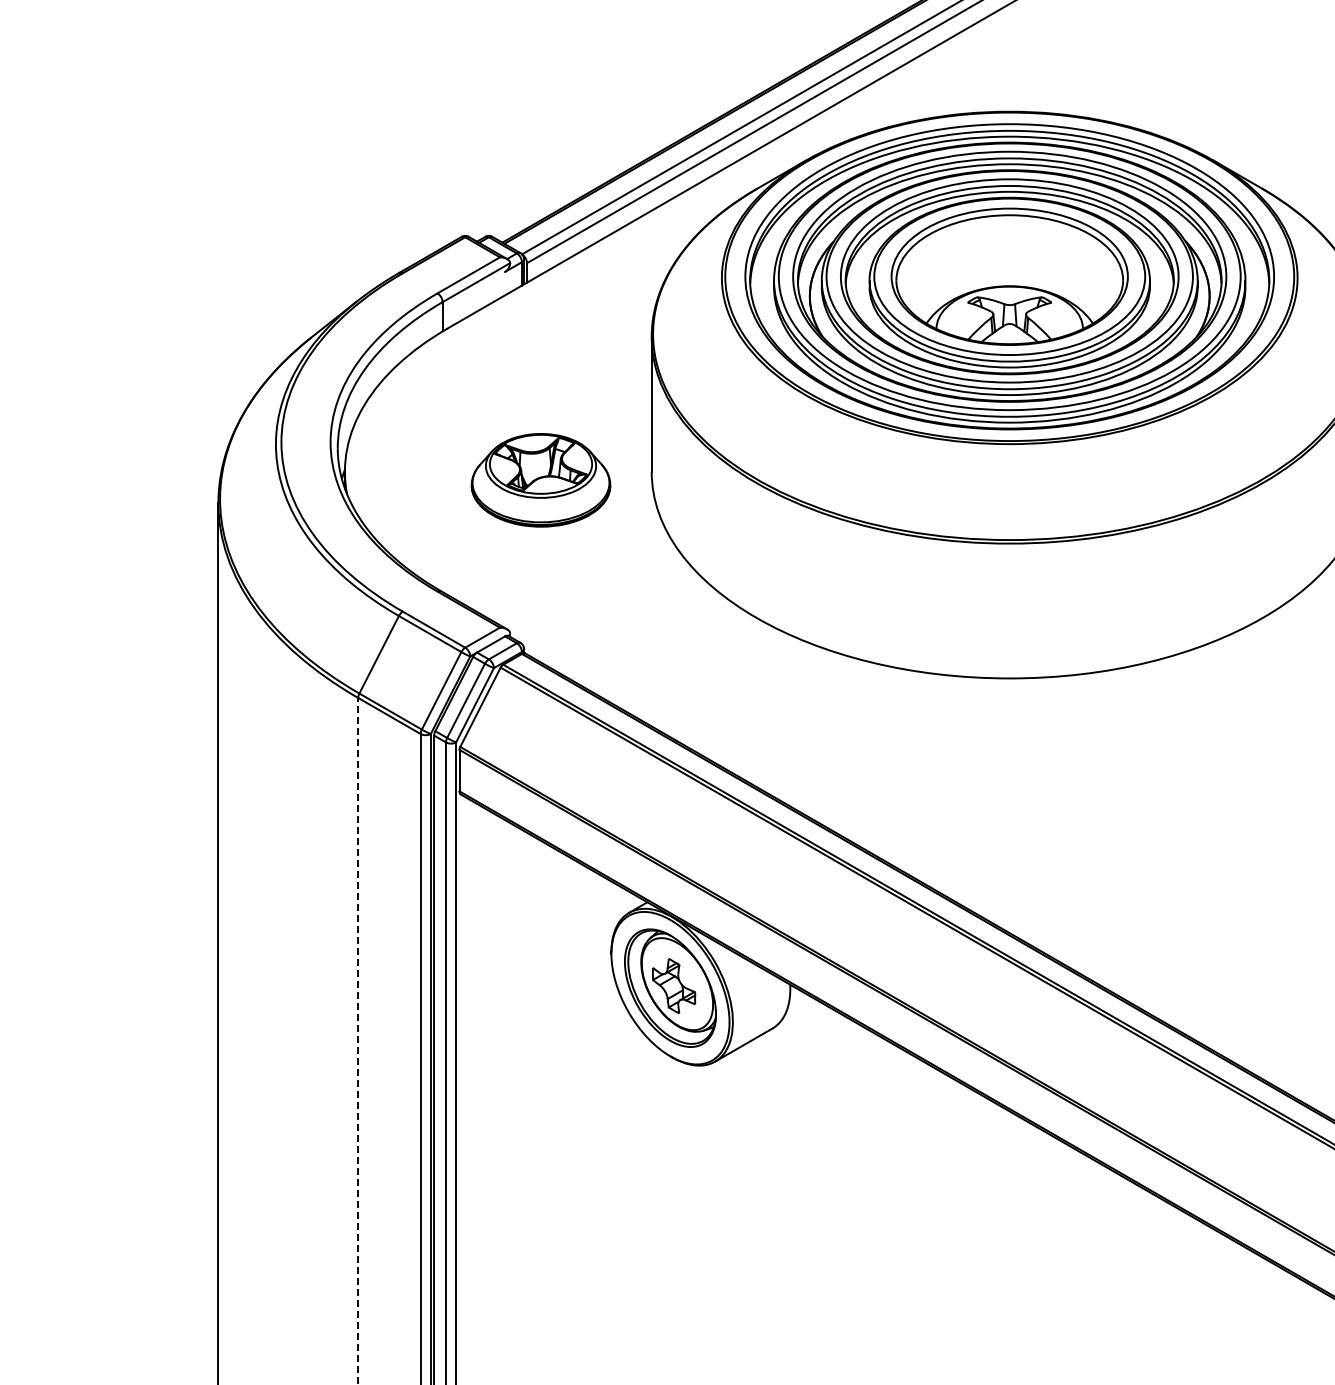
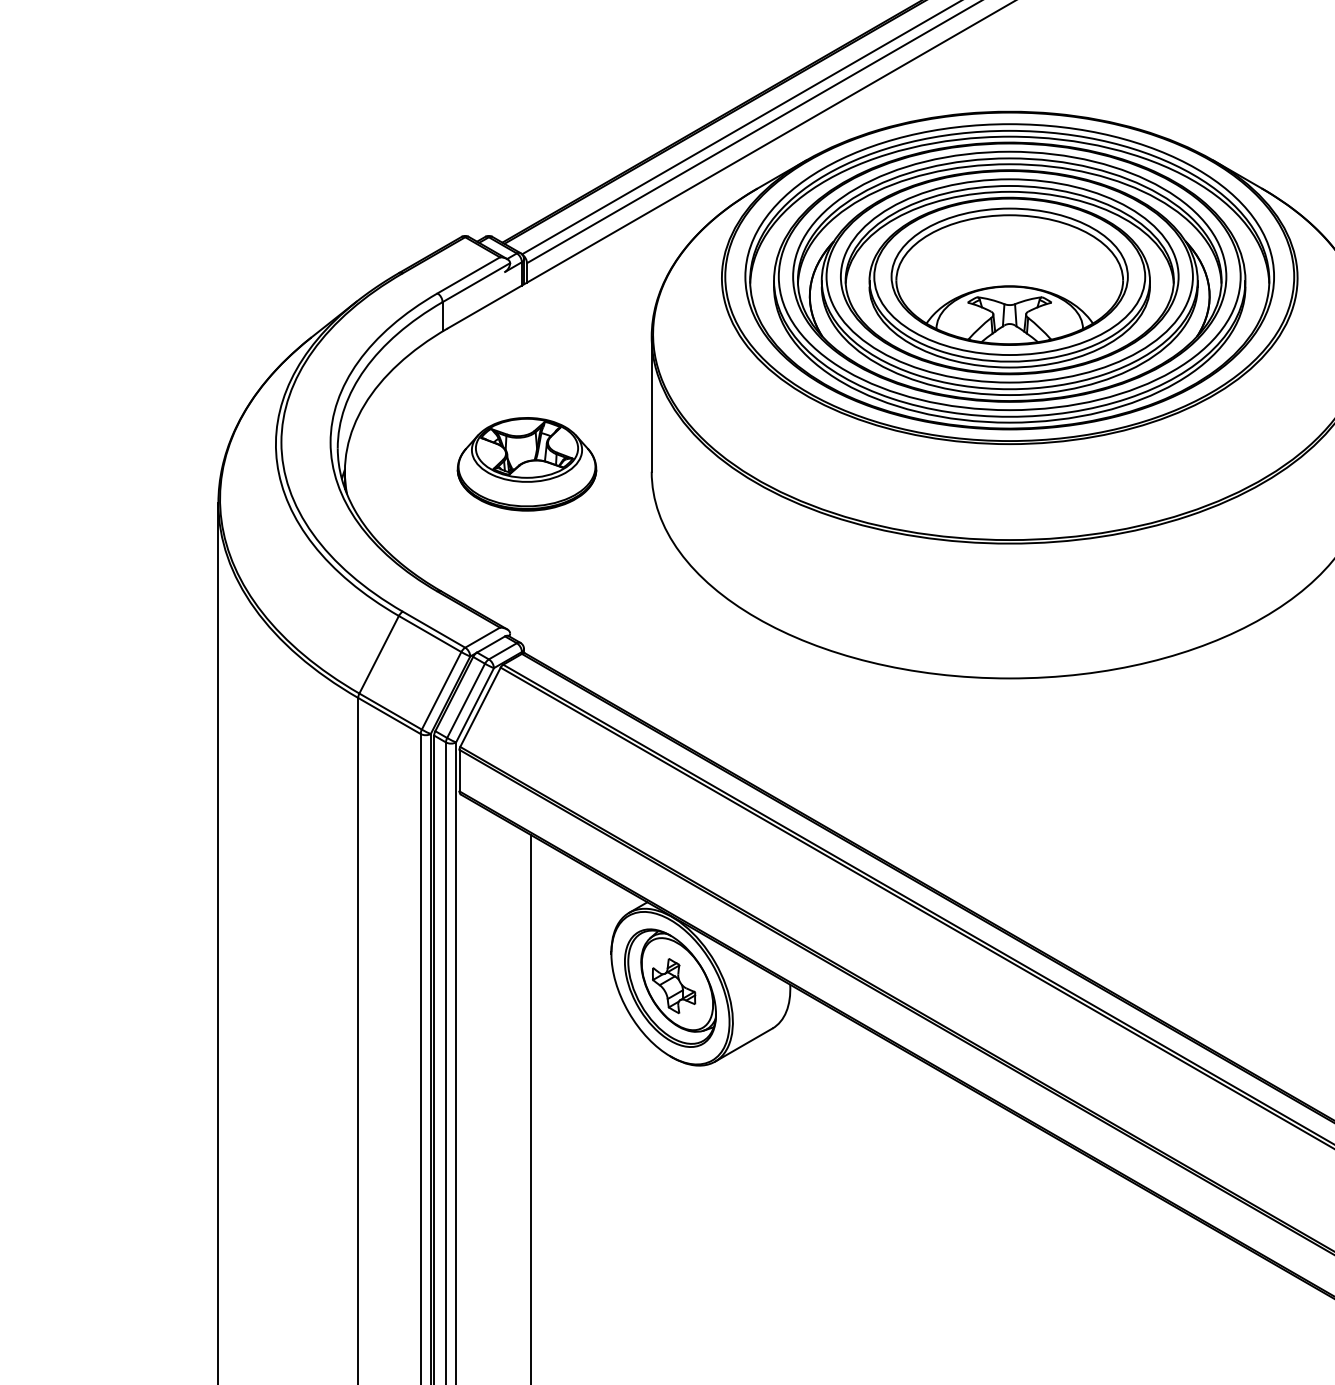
part at (540, 480) position: (540, 480) -> (526, 464)
line at (358, 1040): dashed -> solid
line at (531, 1108): none -> present
